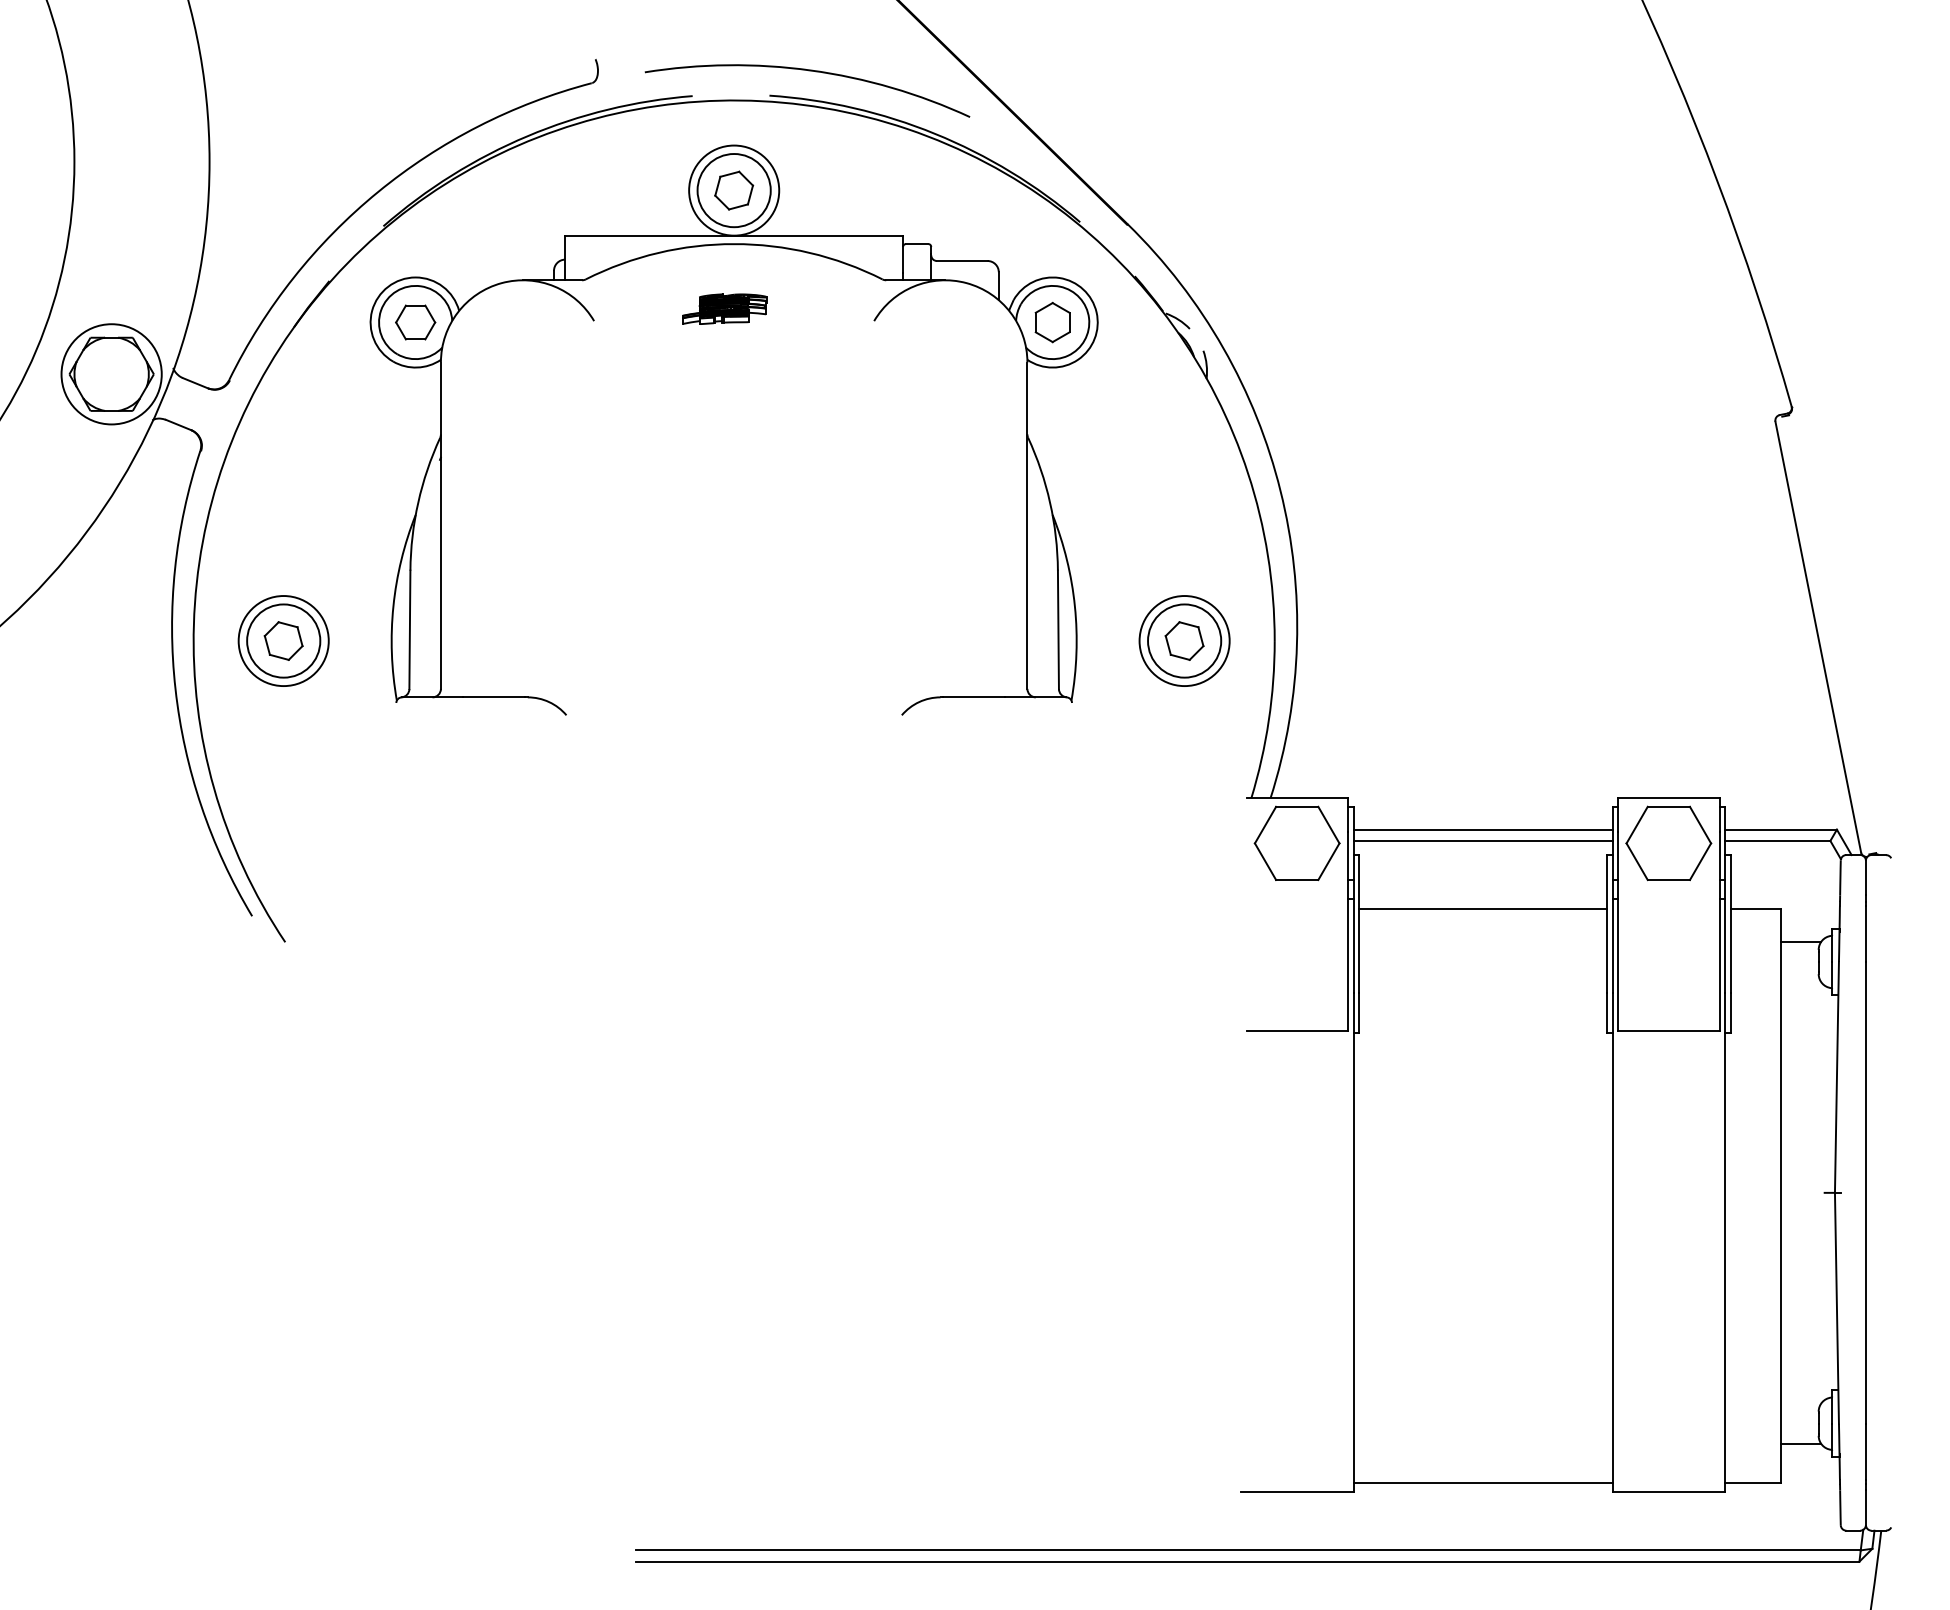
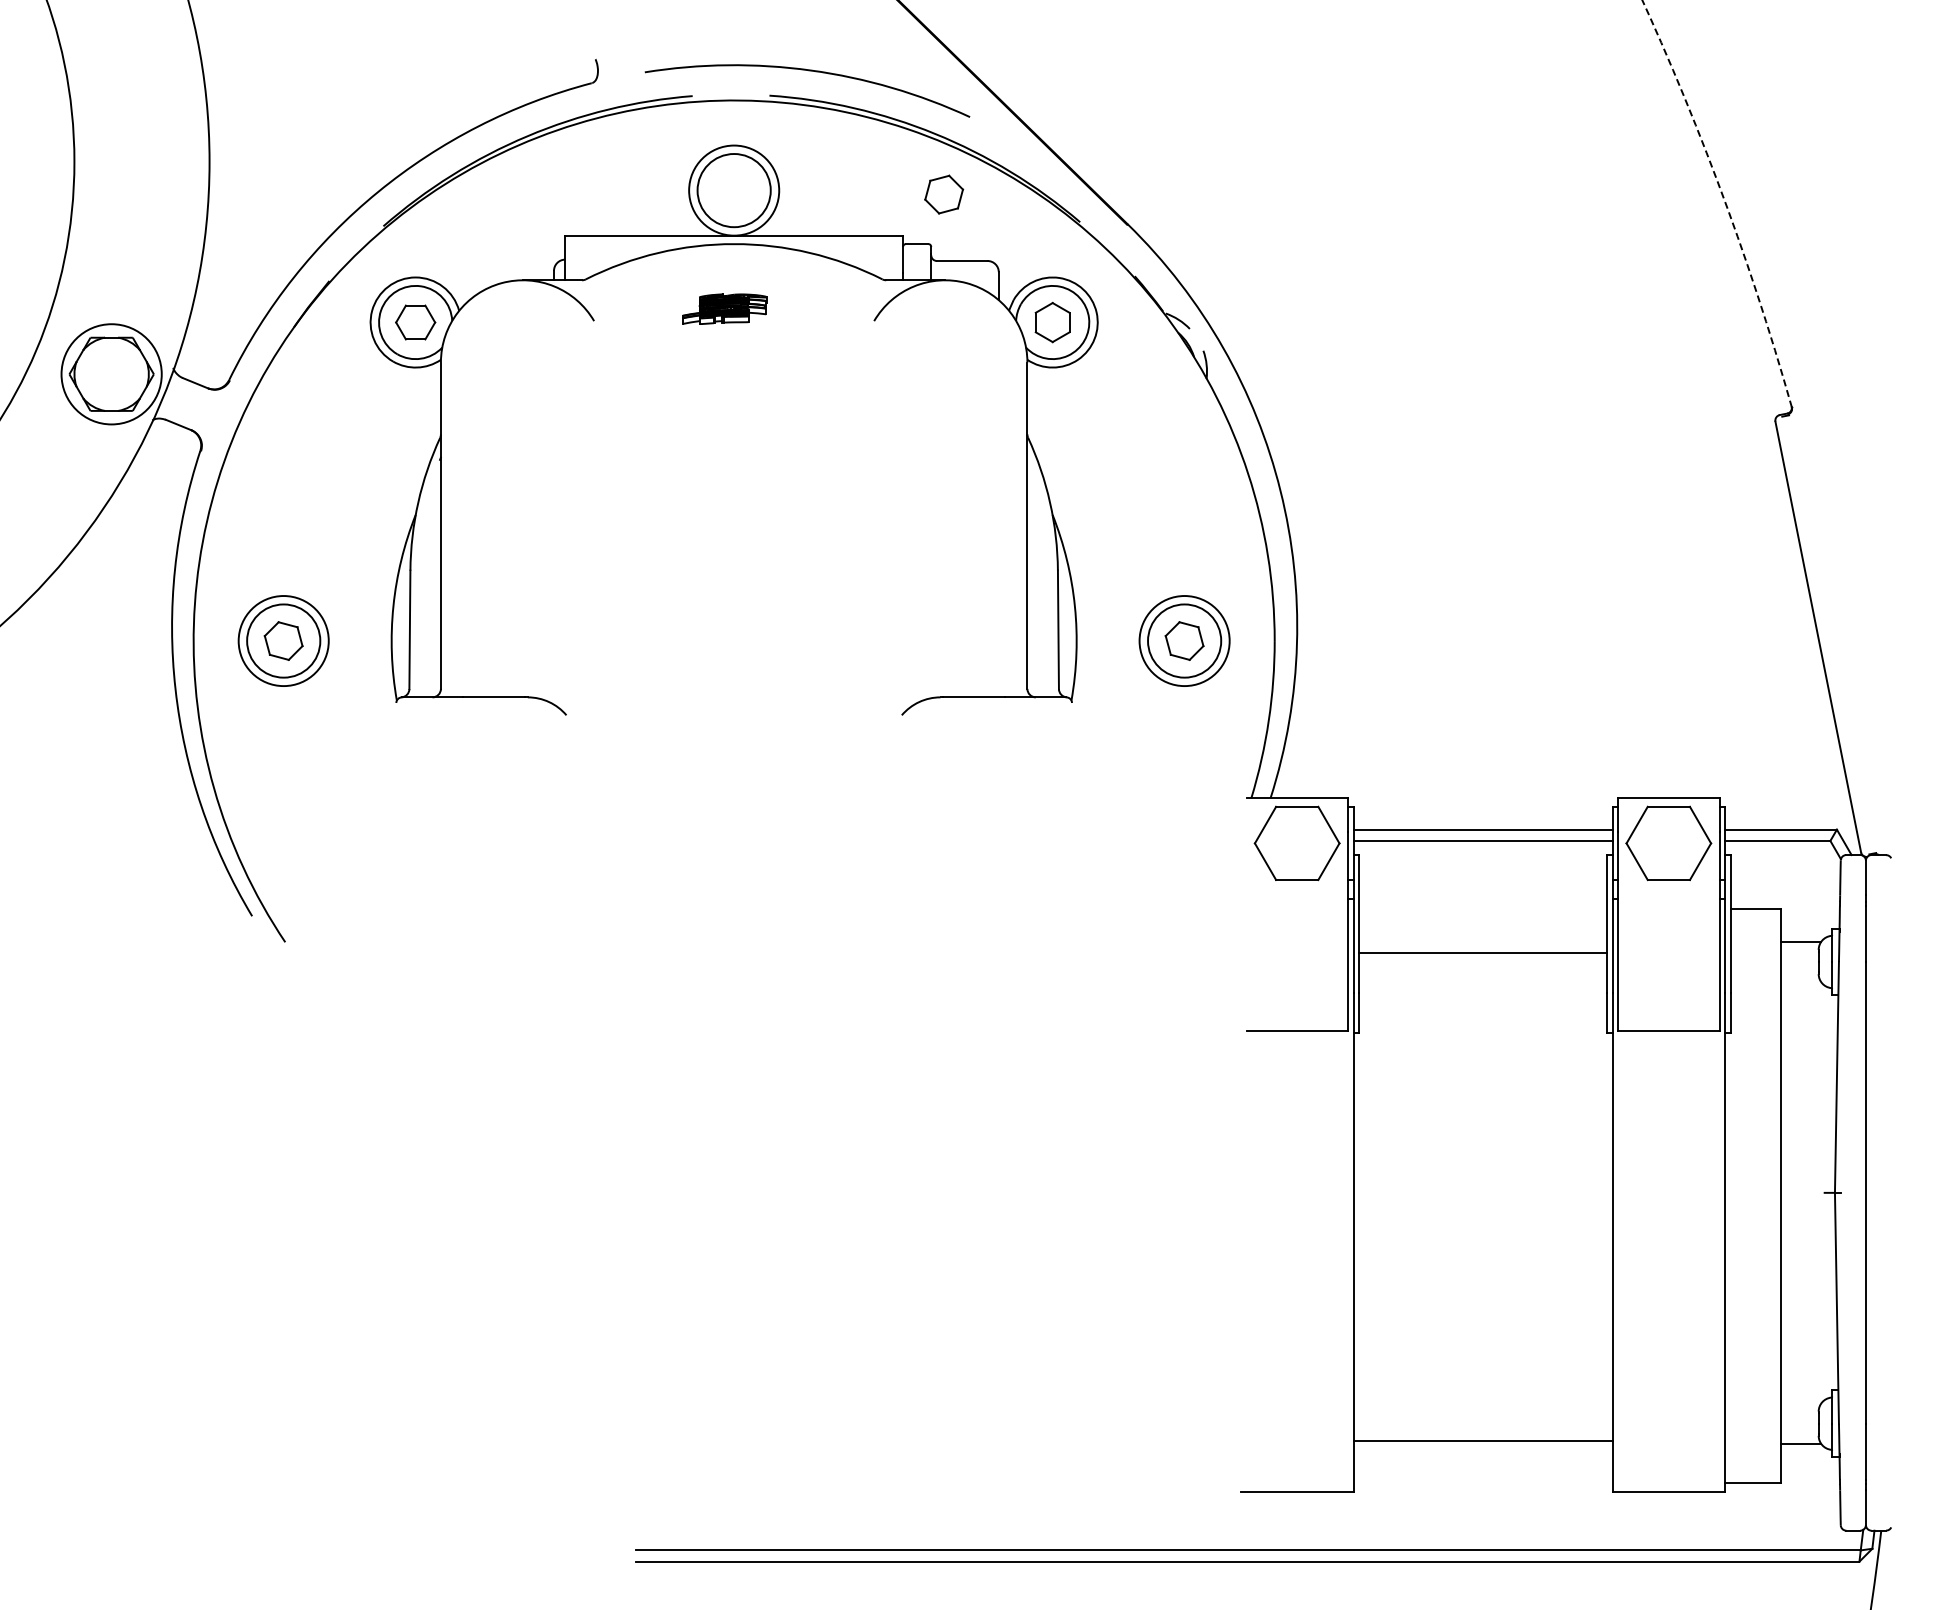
part at (734, 190) position: (734, 190) -> (944, 194)
arc at (1724, 201): solid -> dashed
line at (1482, 908) position: (1482, 908) -> (1482, 952)
line at (1482, 1482) position: (1482, 1482) -> (1482, 1440)
